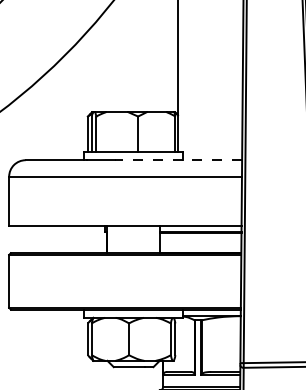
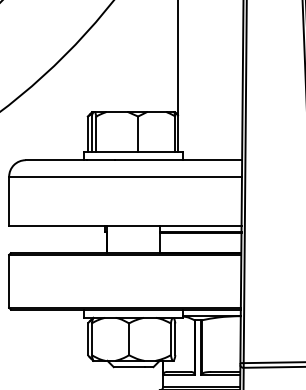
line at (178, 160): dashed -> solid
